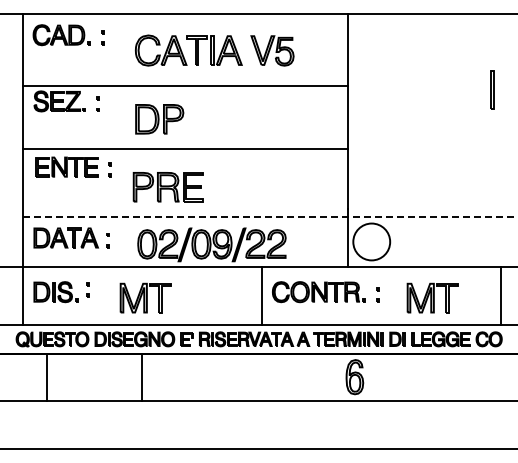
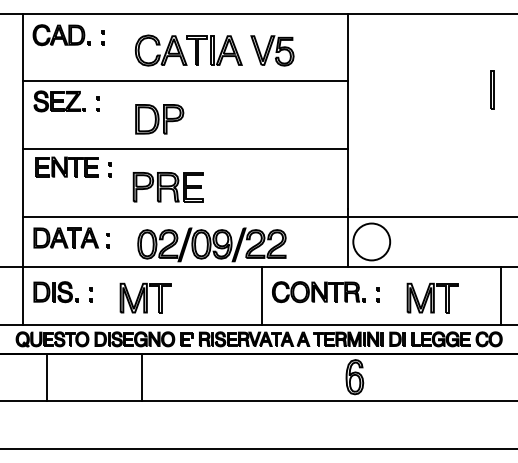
line at (185, 86) position: (185, 86) -> (185, 81)
line at (270, 216): dashed -> solid
part at (87, 289) position: (87, 289) -> (90, 294)
